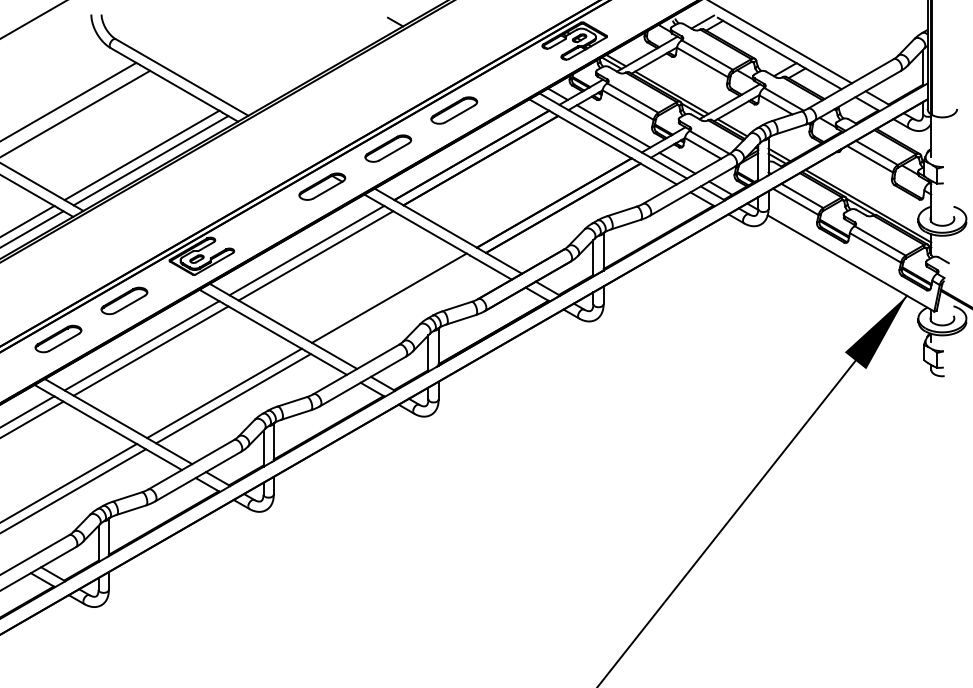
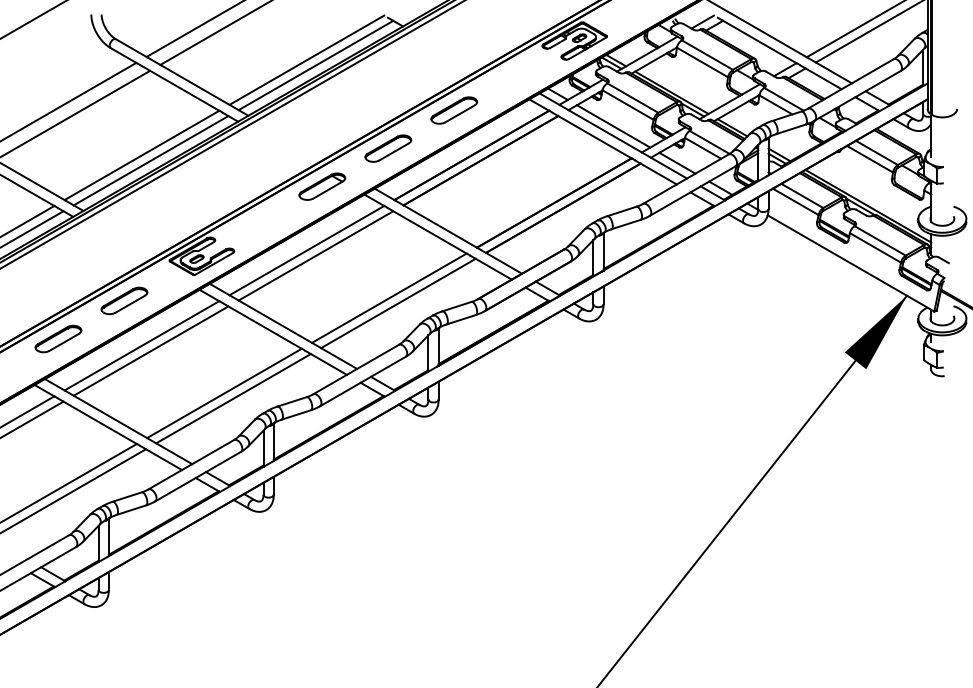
line at (193, 29): none -> present
line at (854, 29): none -> present
line at (867, 32): none -> present
line at (214, 33): none -> present
line at (306, 59): none -> present
line at (315, 65): none -> present
line at (231, 134): none -> present
line at (398, 303): none -> present
